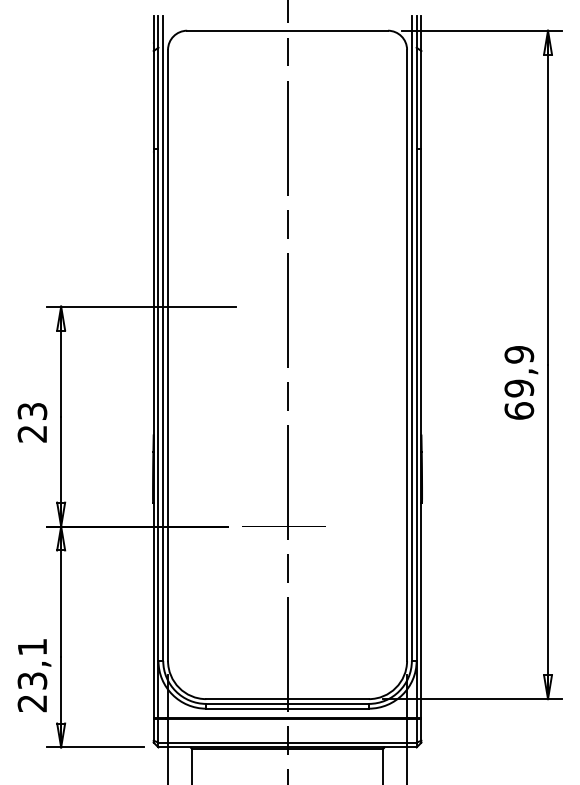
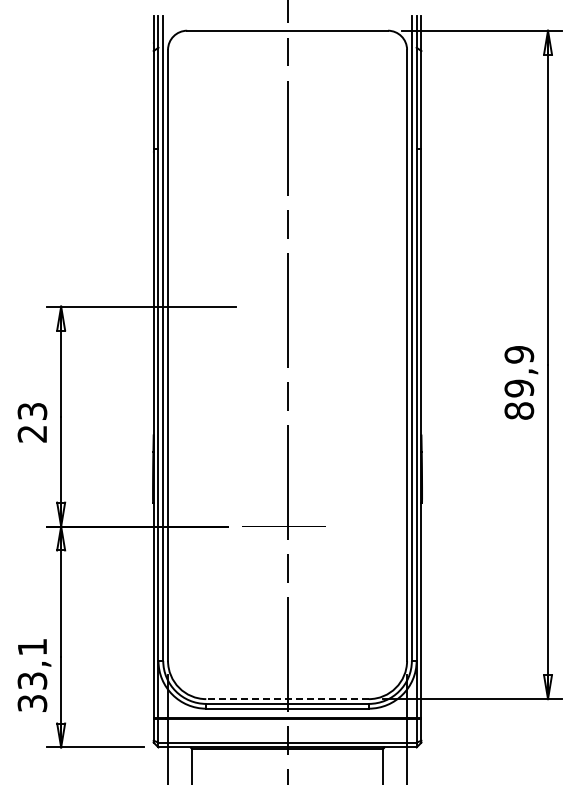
text at (519, 410): 69,9 -> 89,9
line at (287, 699): solid -> dashed
text at (32, 703): 23,1 -> 33,1
